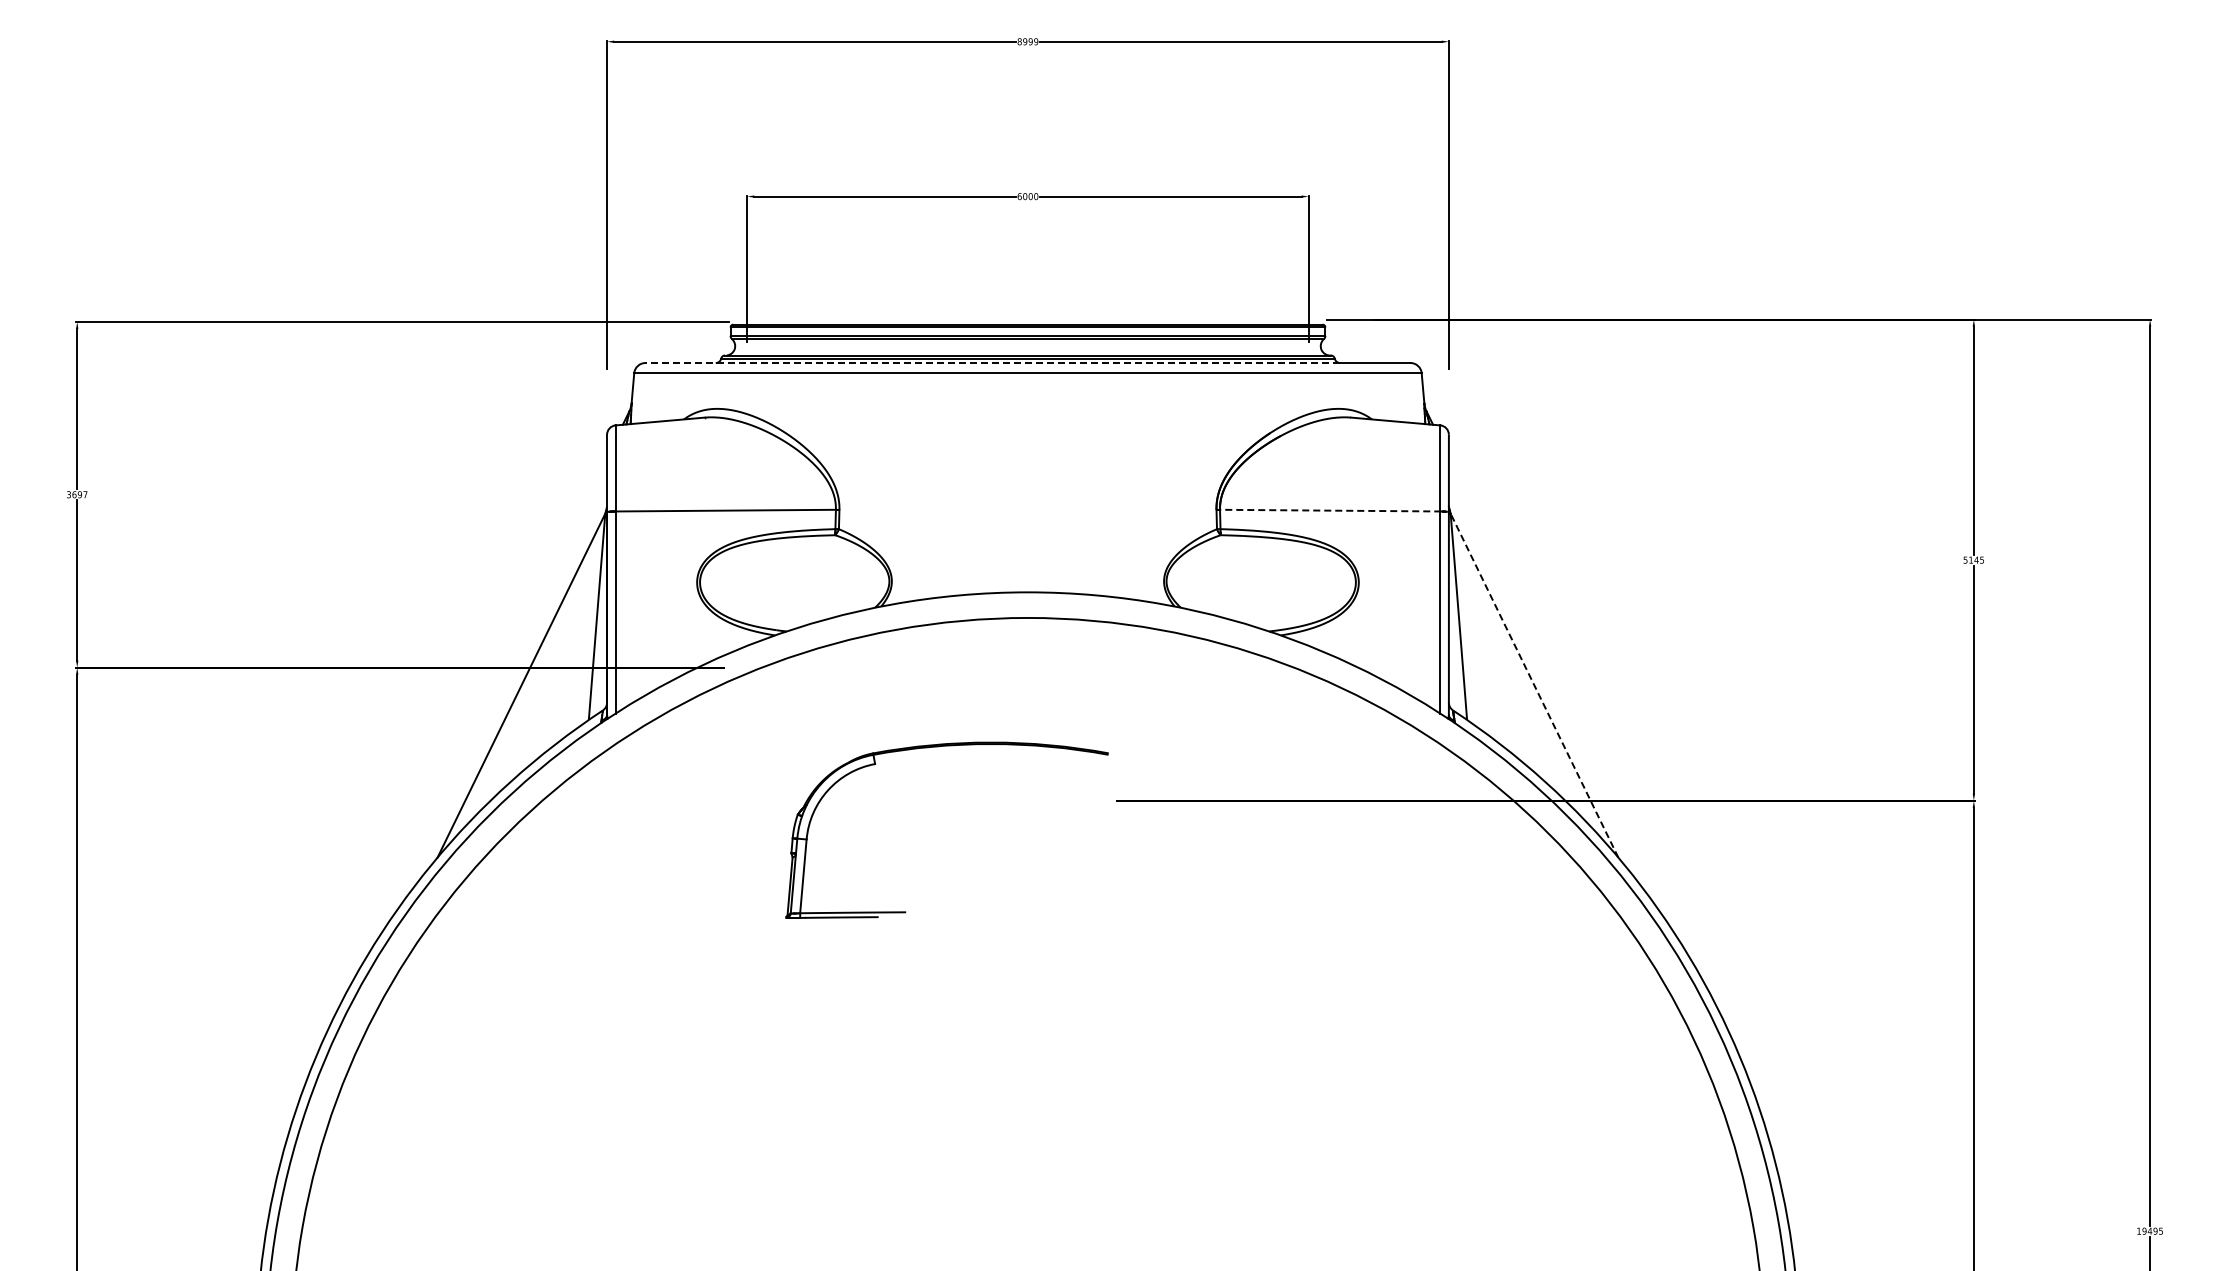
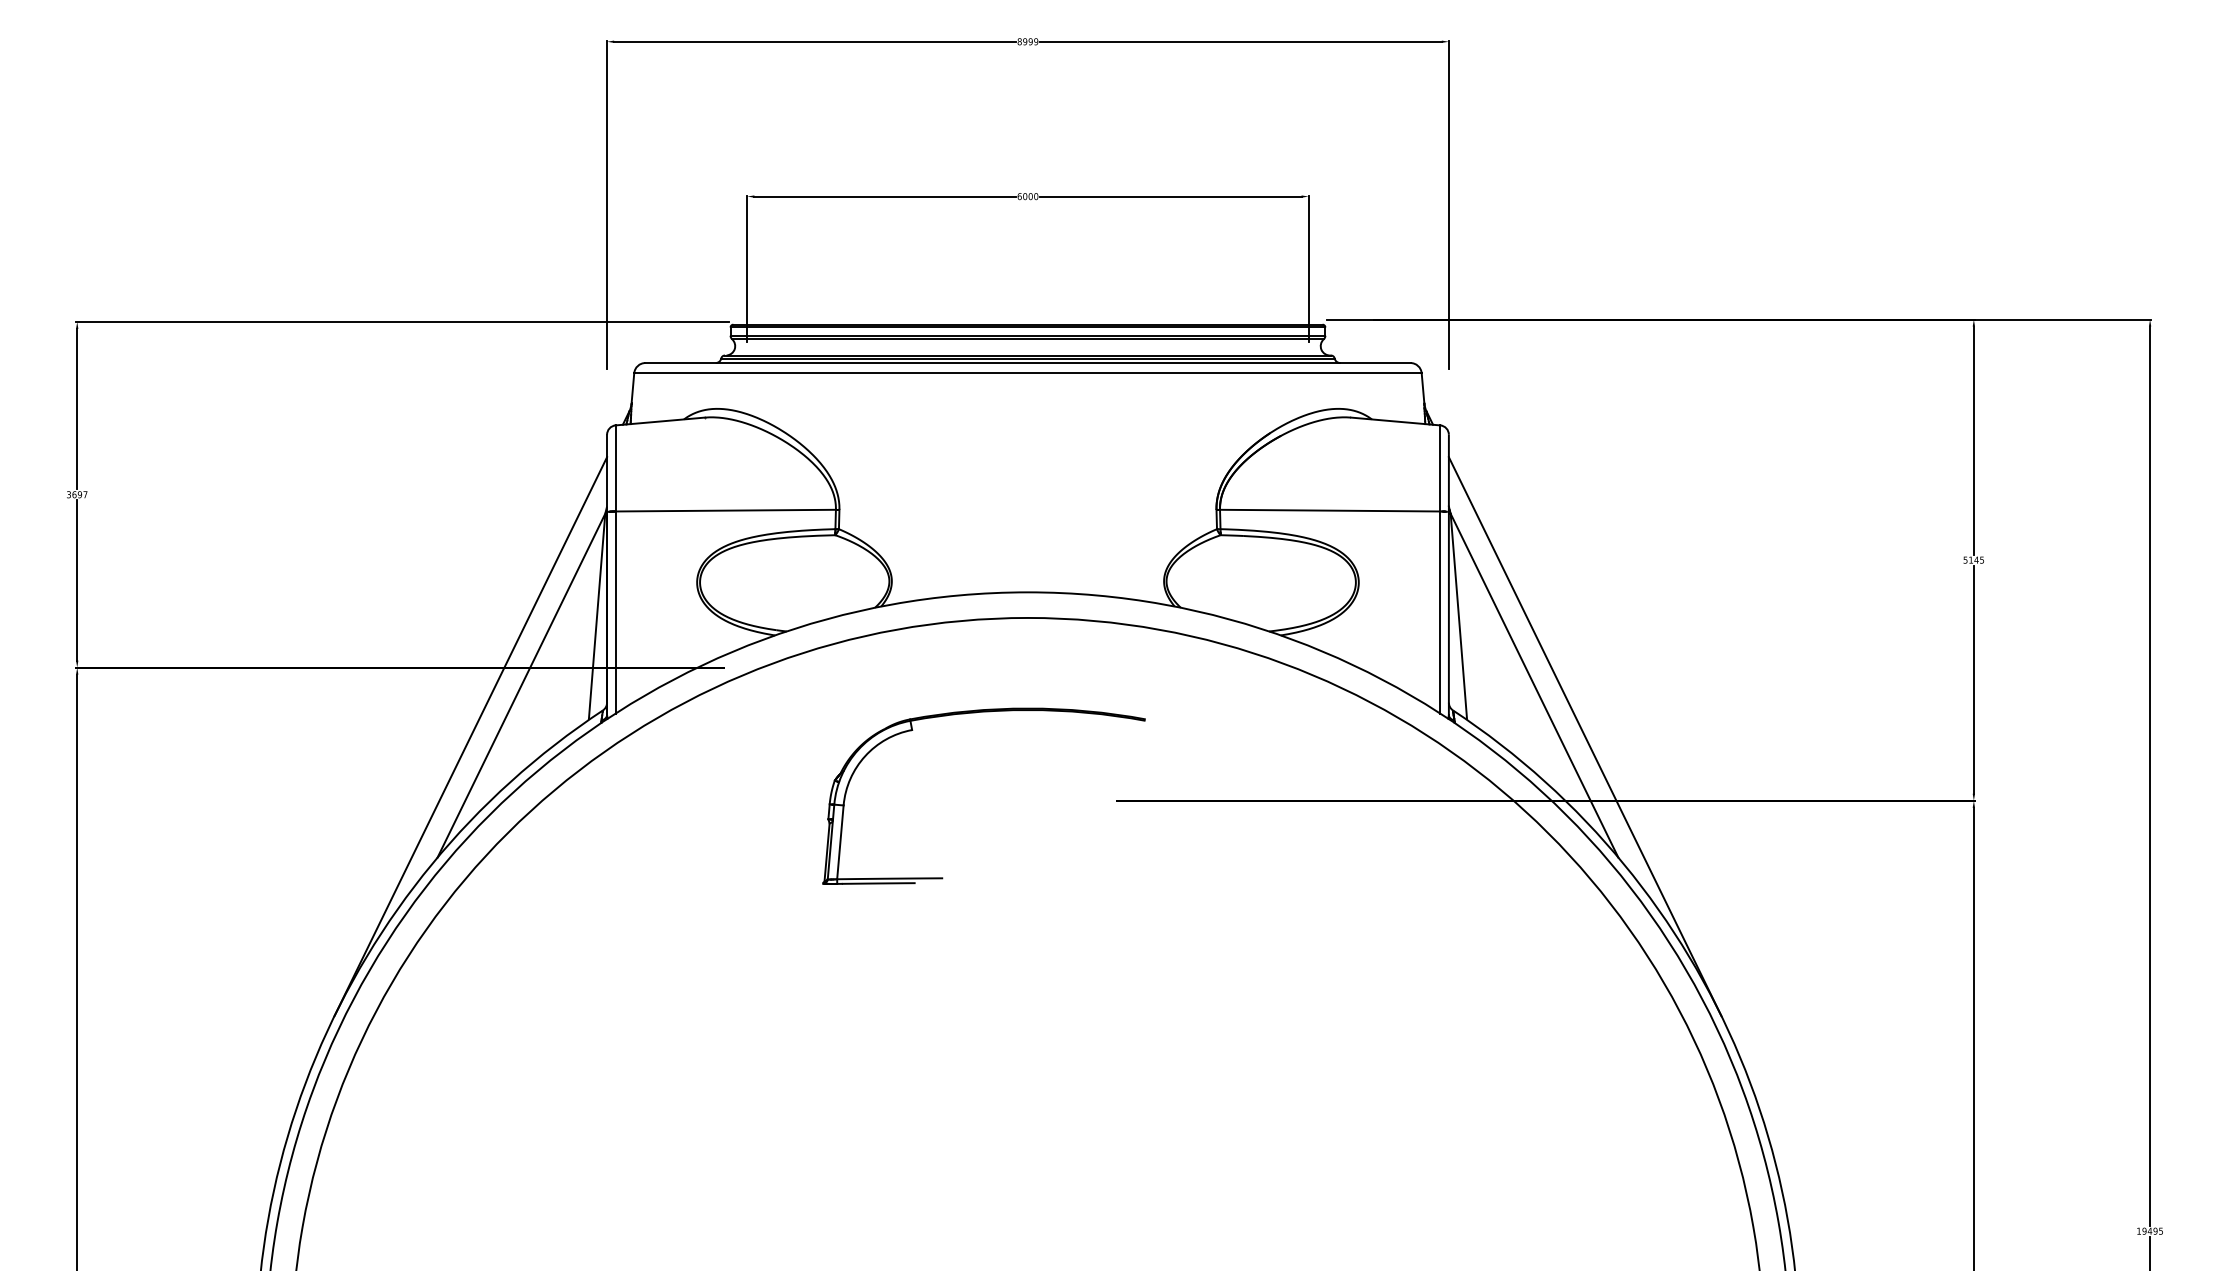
line at (992, 363): dashed -> solid
line at (1331, 510): dashed -> solid
line at (1534, 685): dashed -> solid
line at (470, 736): none -> present
line at (1584, 736): none -> present
part at (939, 747) position: (939, 747) -> (976, 713)
